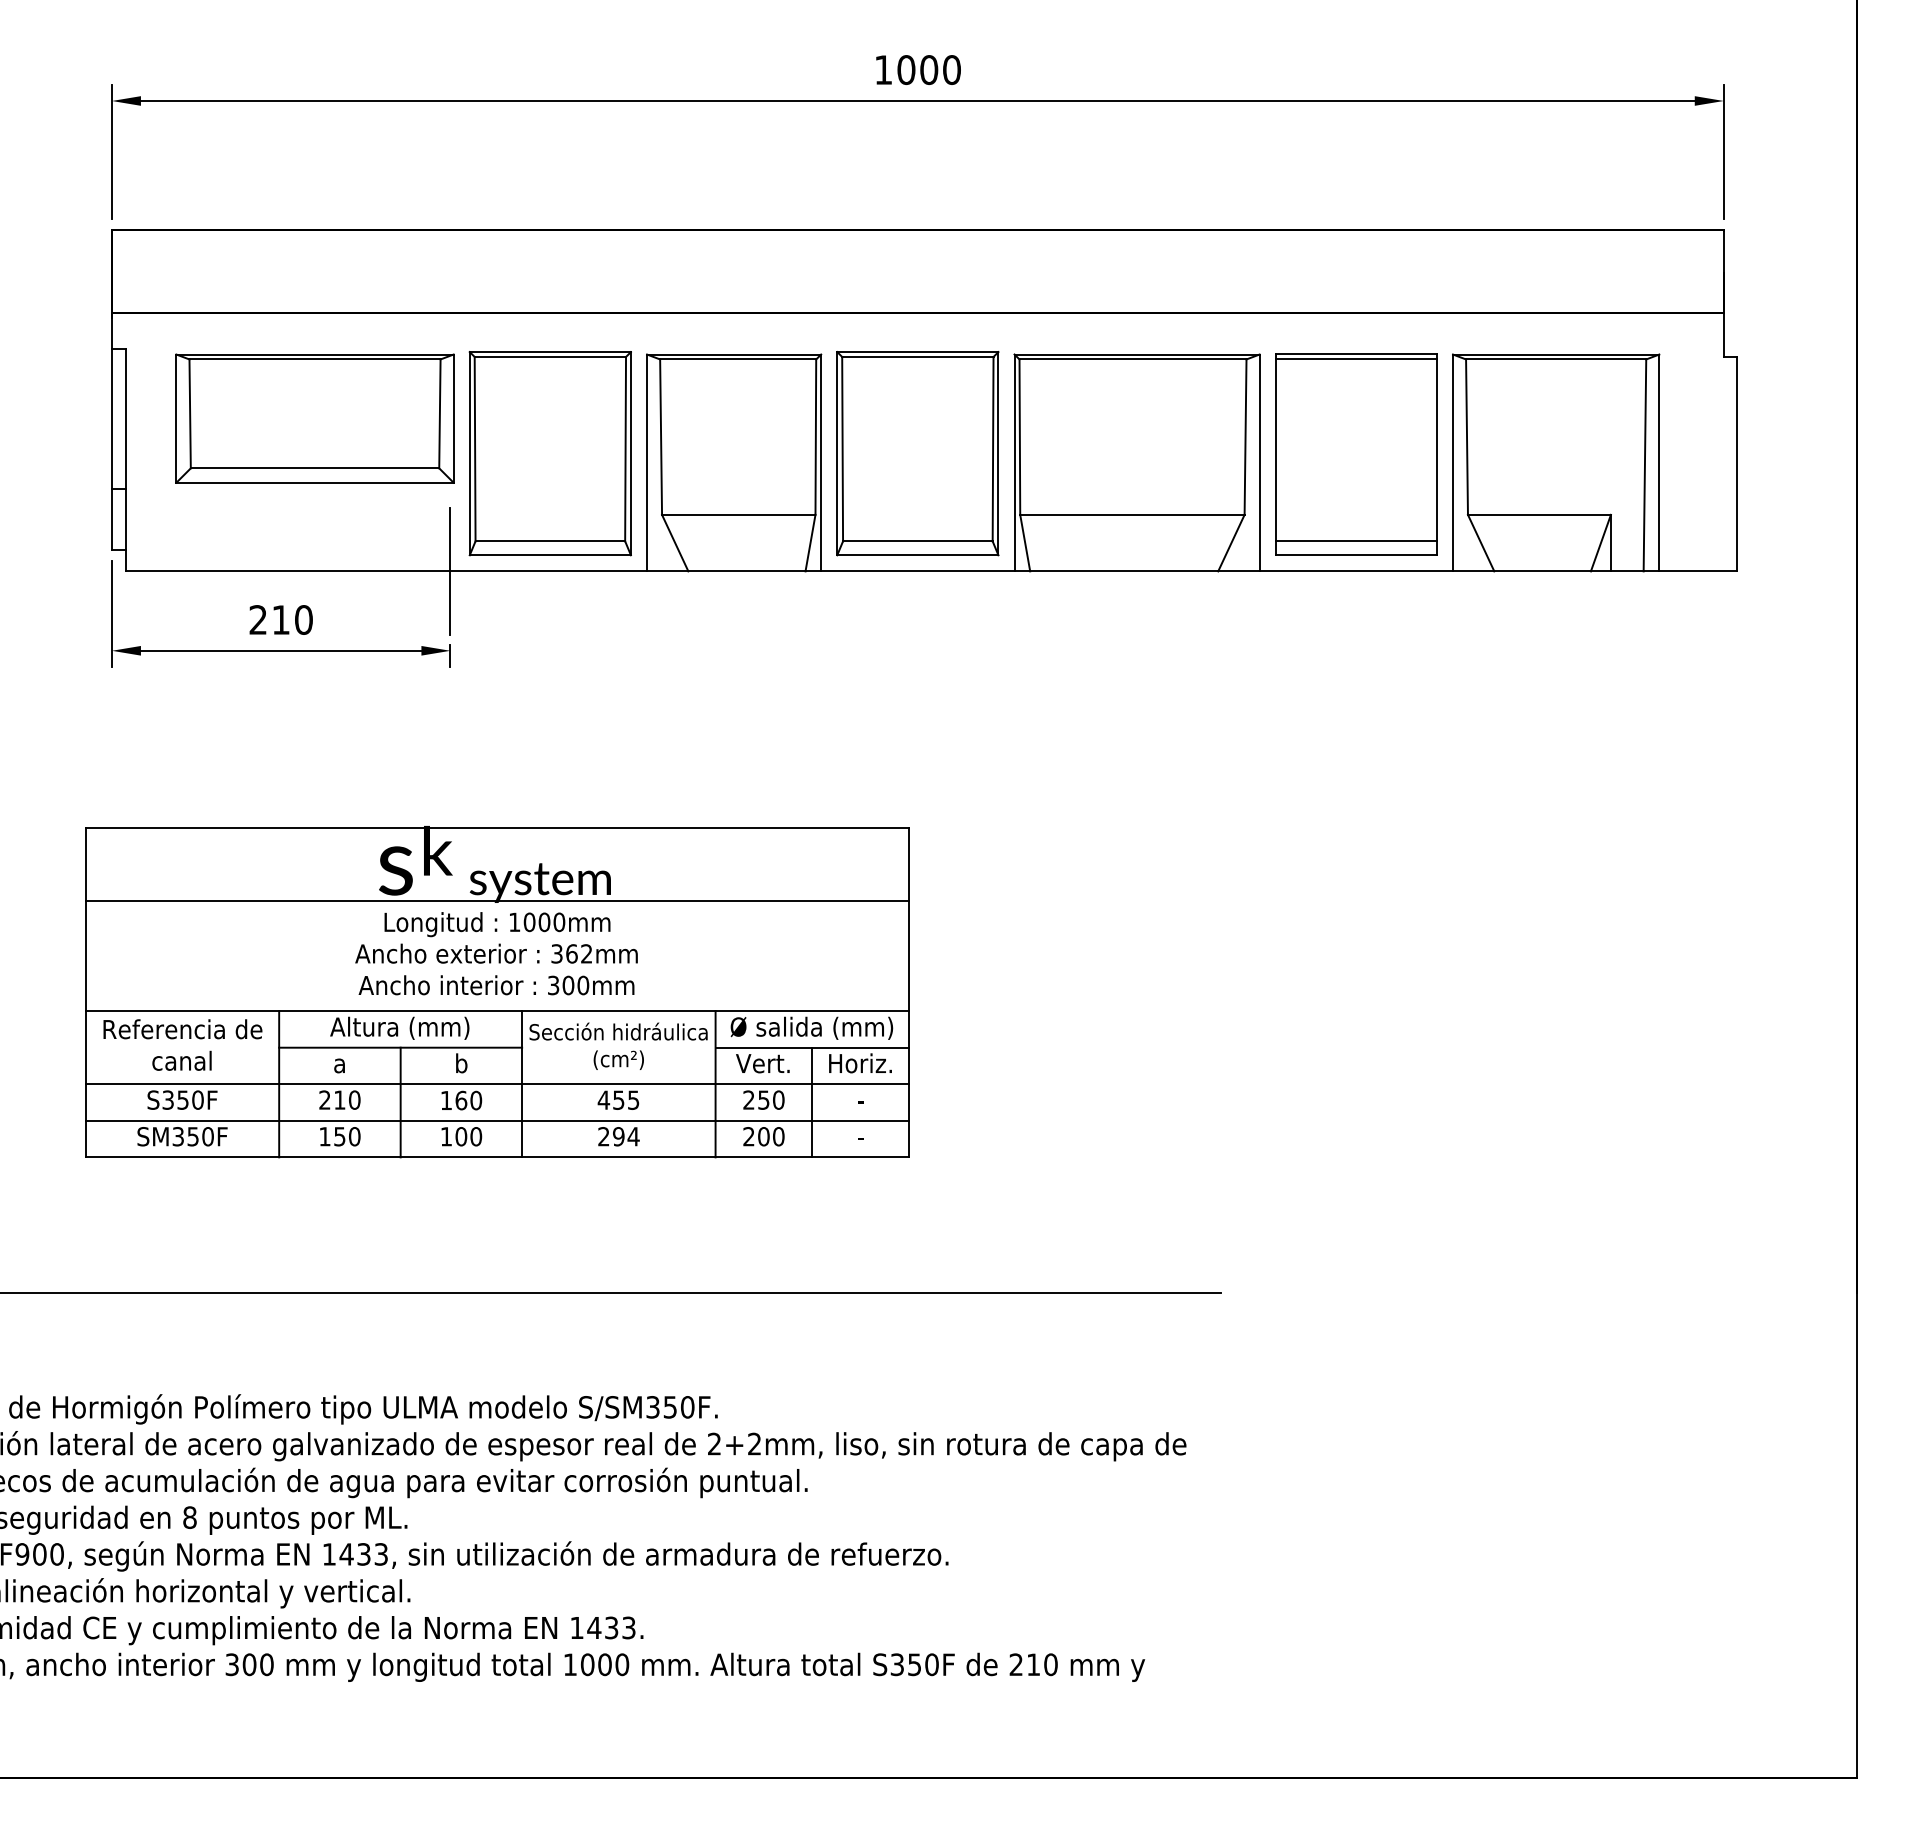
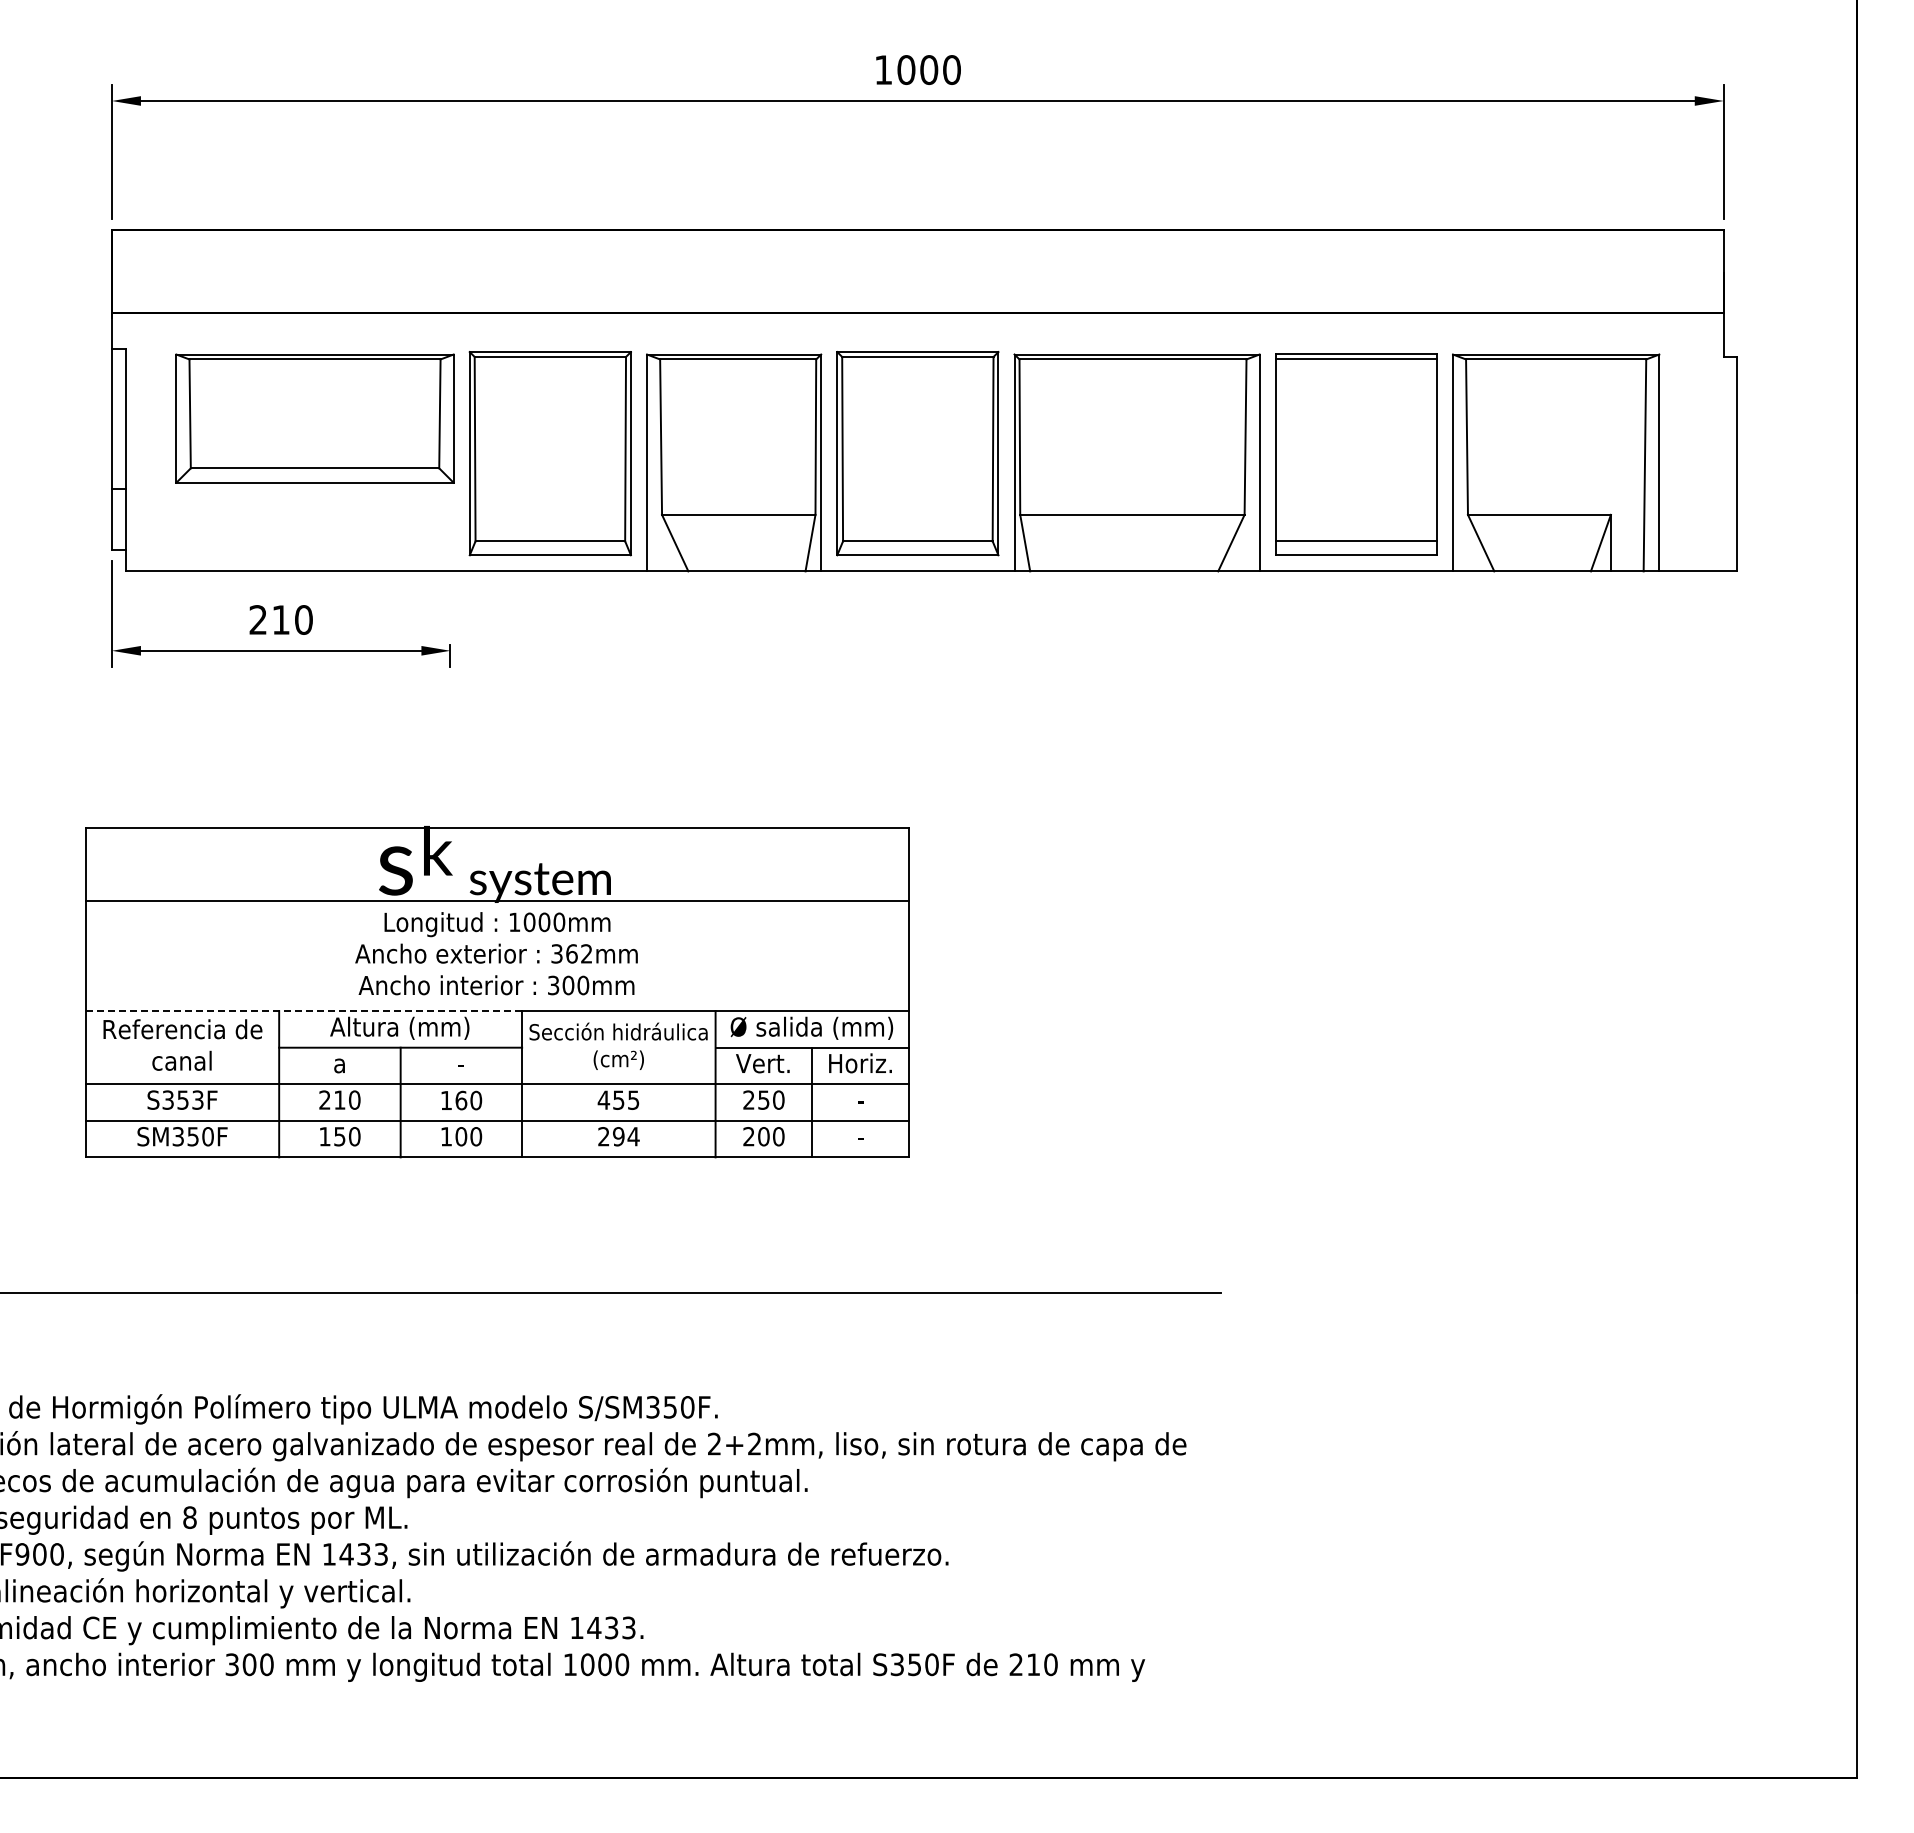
line at (450, 571): present -> none
line at (304, 1011): solid -> dashed
text at (461, 1063): b -> -
text at (197, 1099): S350F -> S353F
